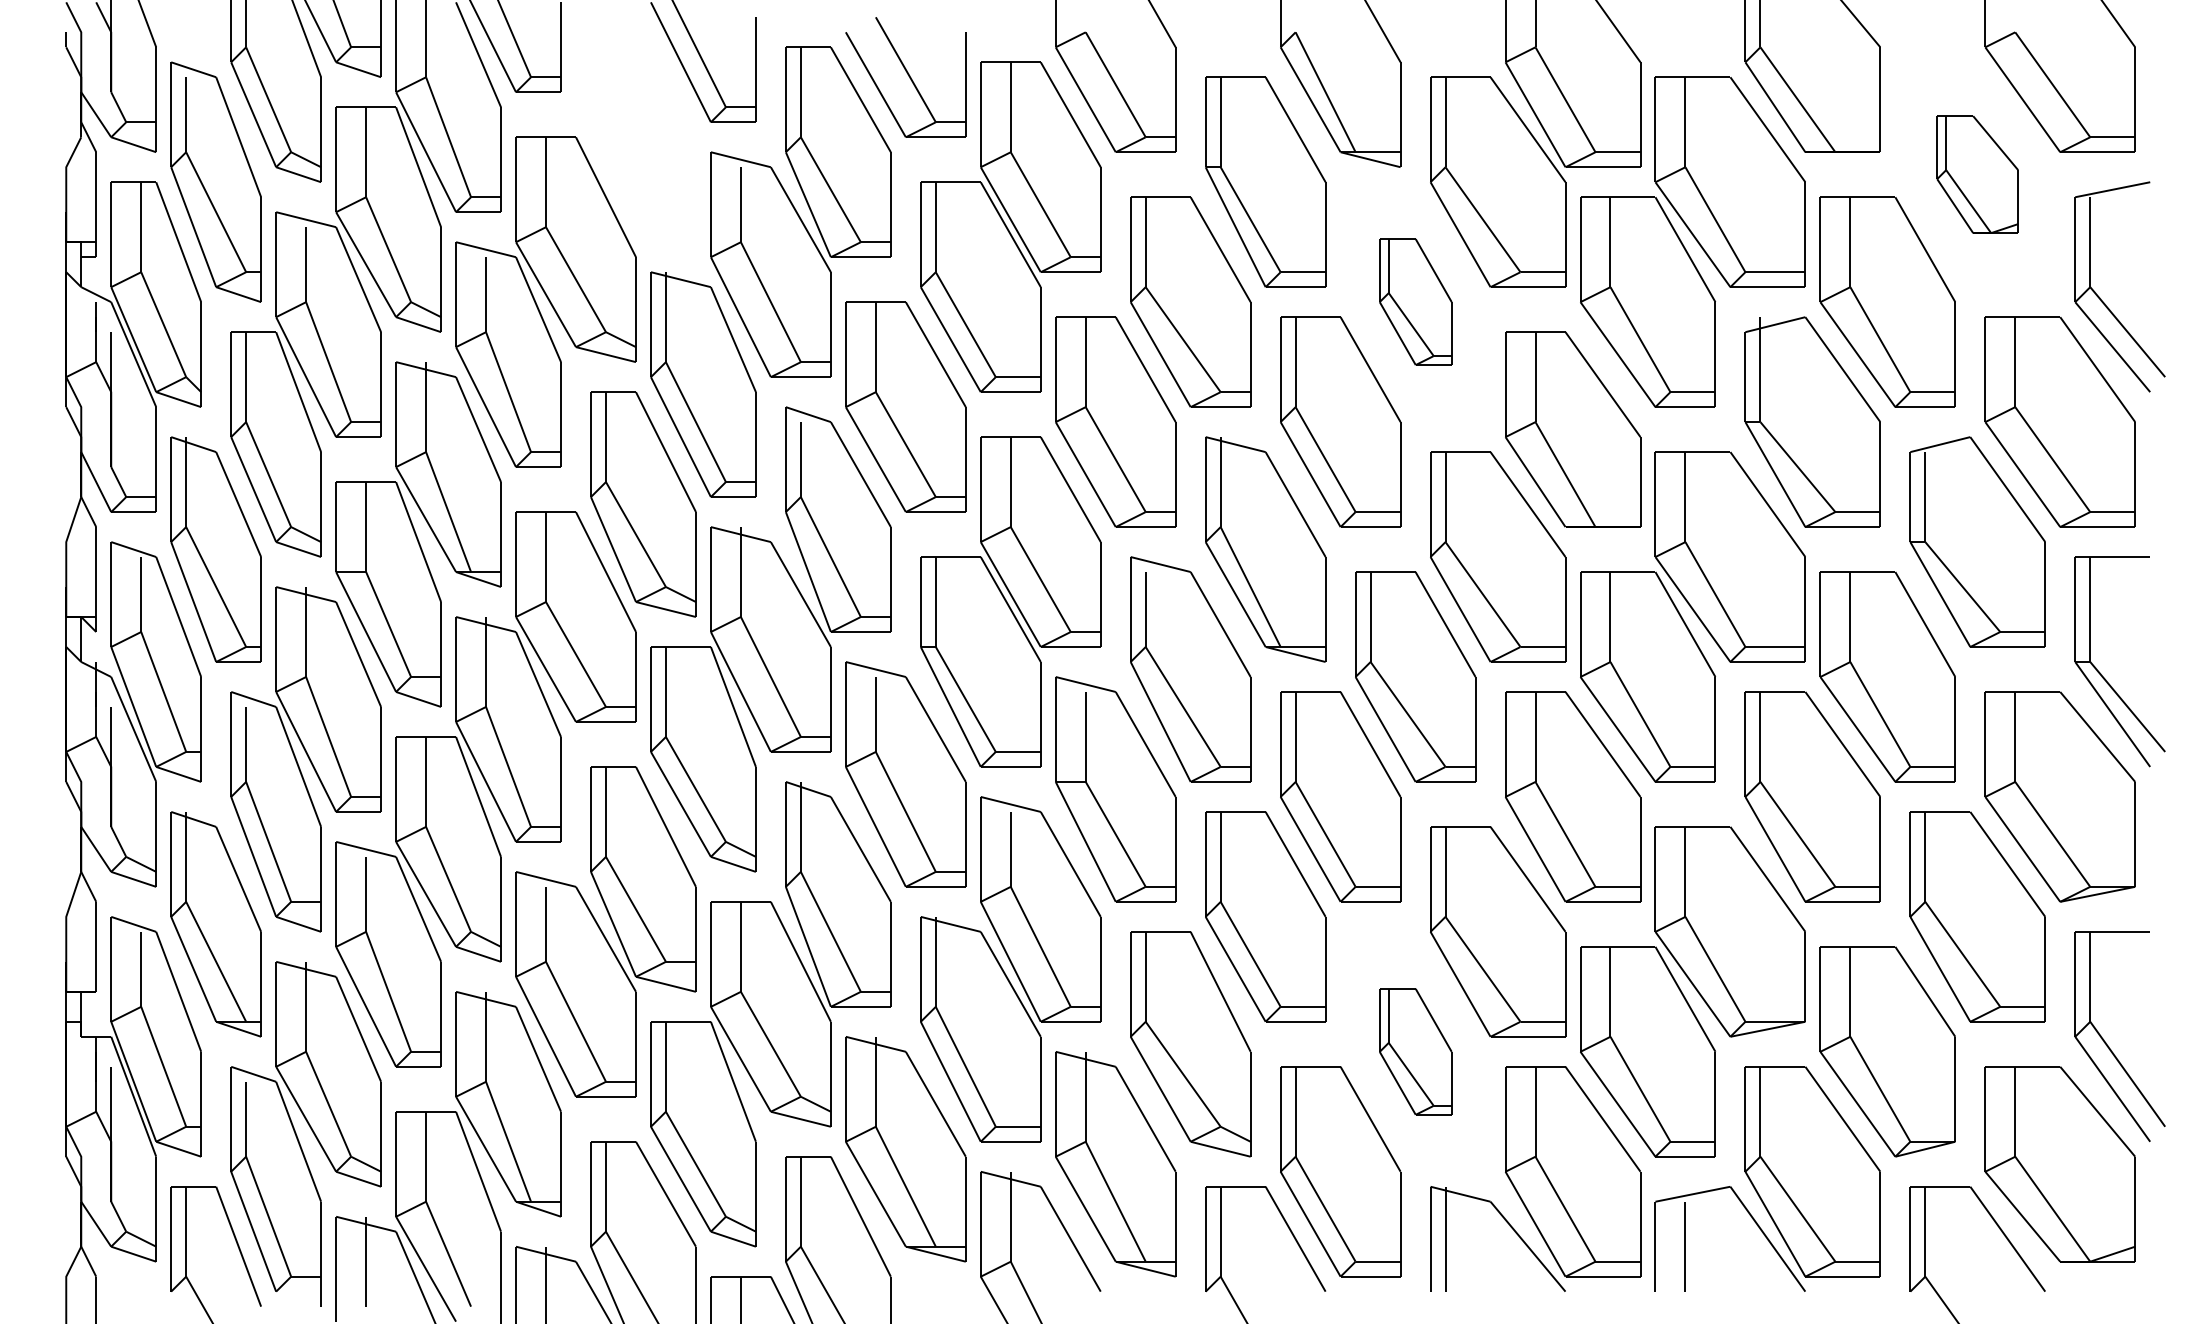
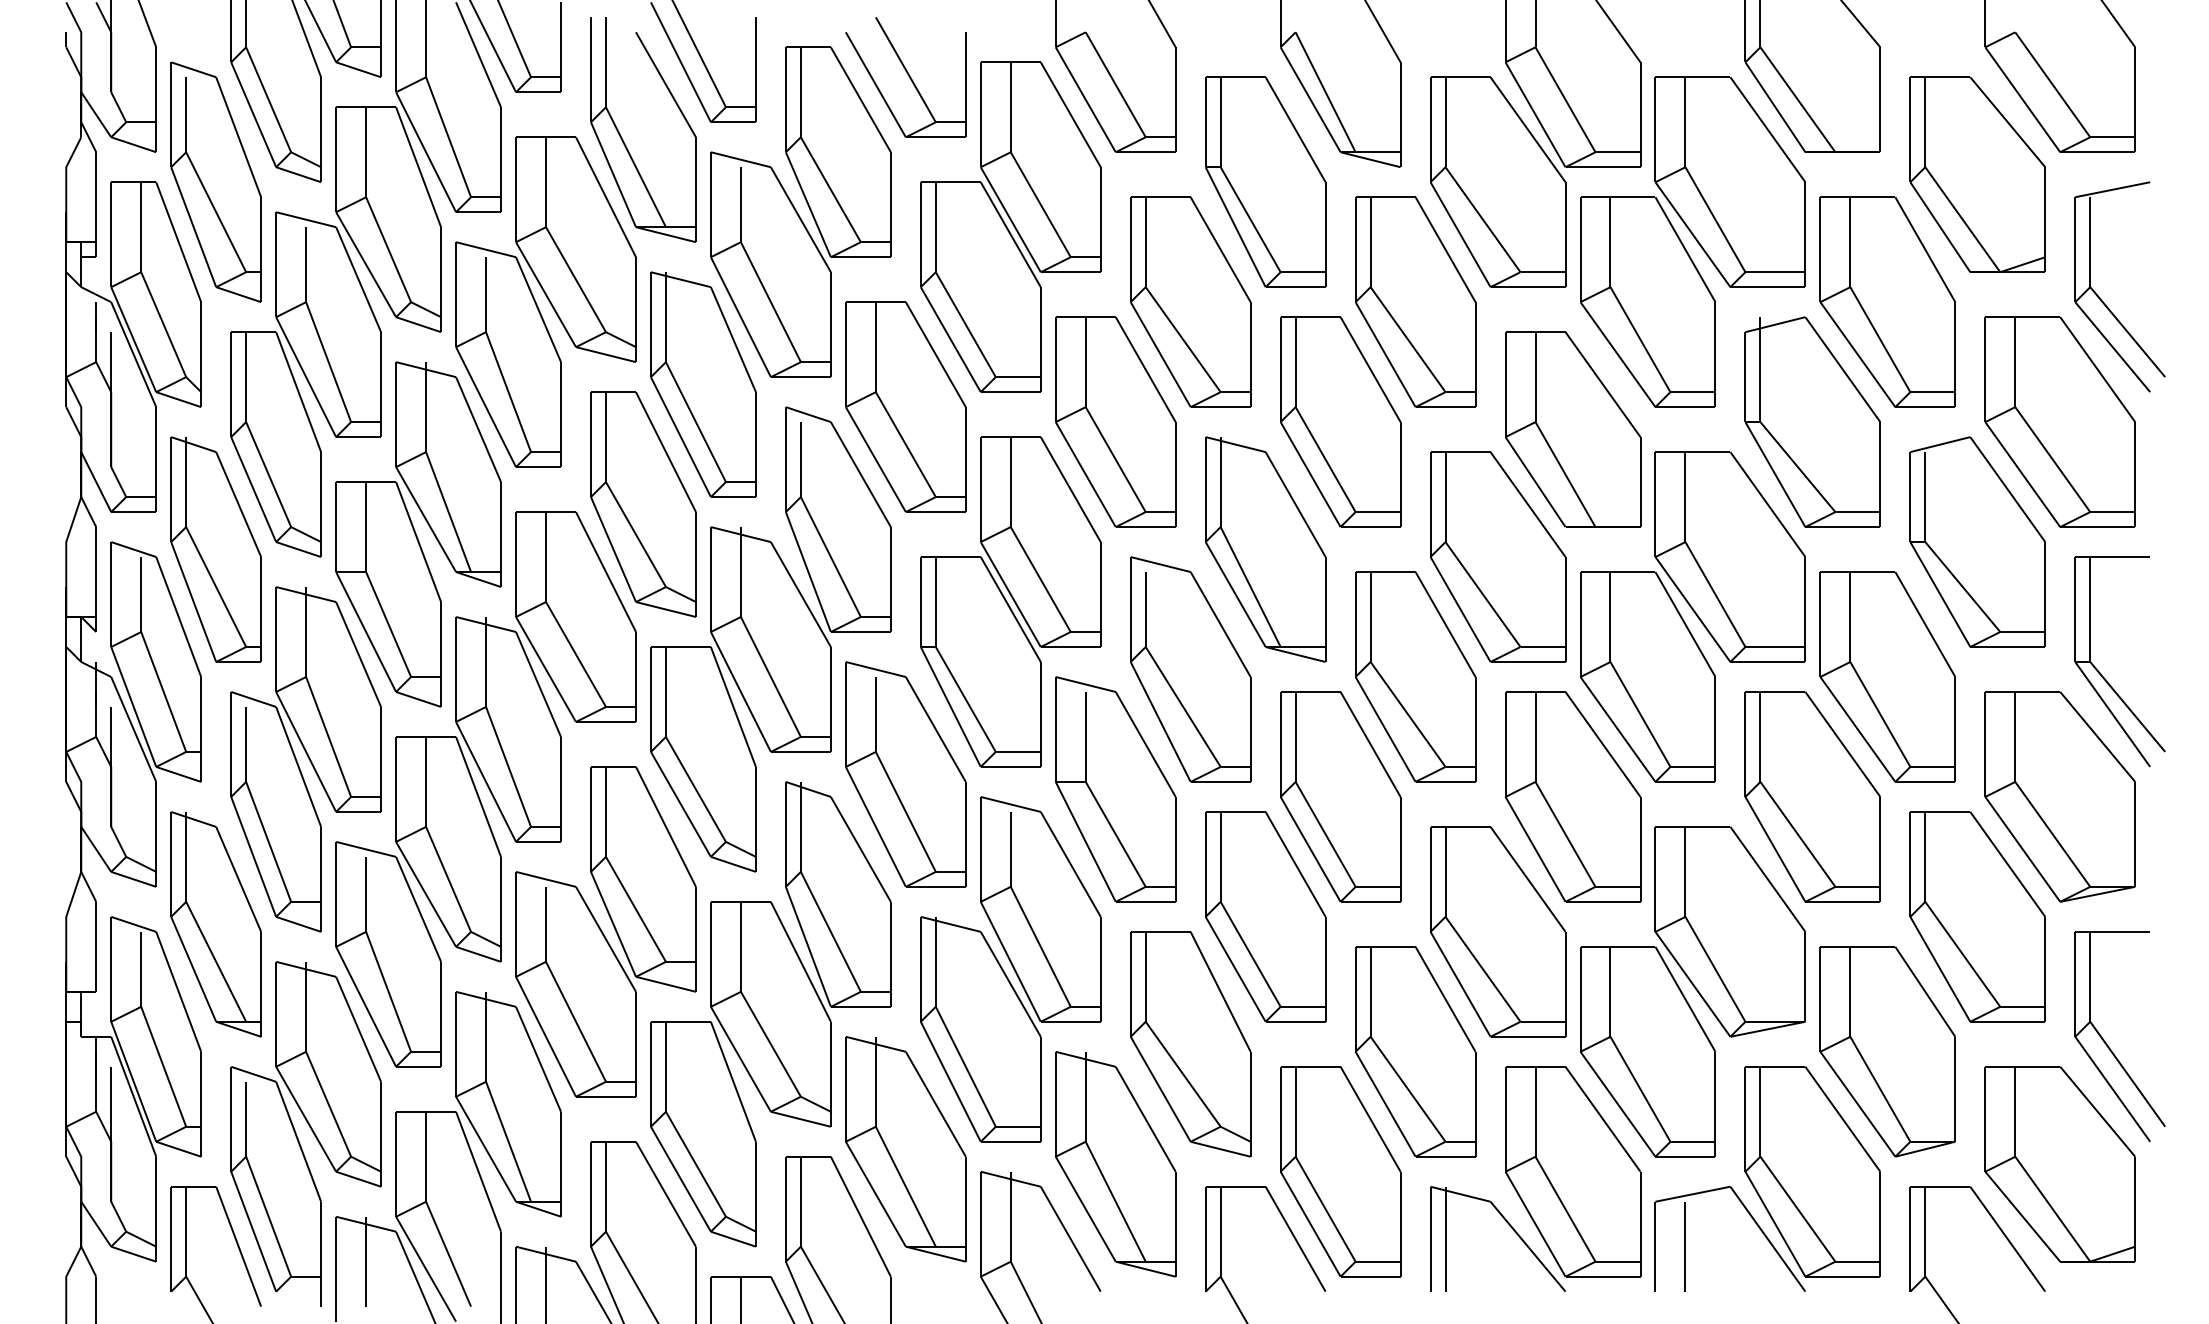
part at (623, 139): none -> present
part at (1977, 174) size: 83x119 px -> 137x197 px
part at (1415, 301) size: 74x128 px -> 122x212 px
part at (1415, 1051) size: 74x128 px -> 122x212 px
